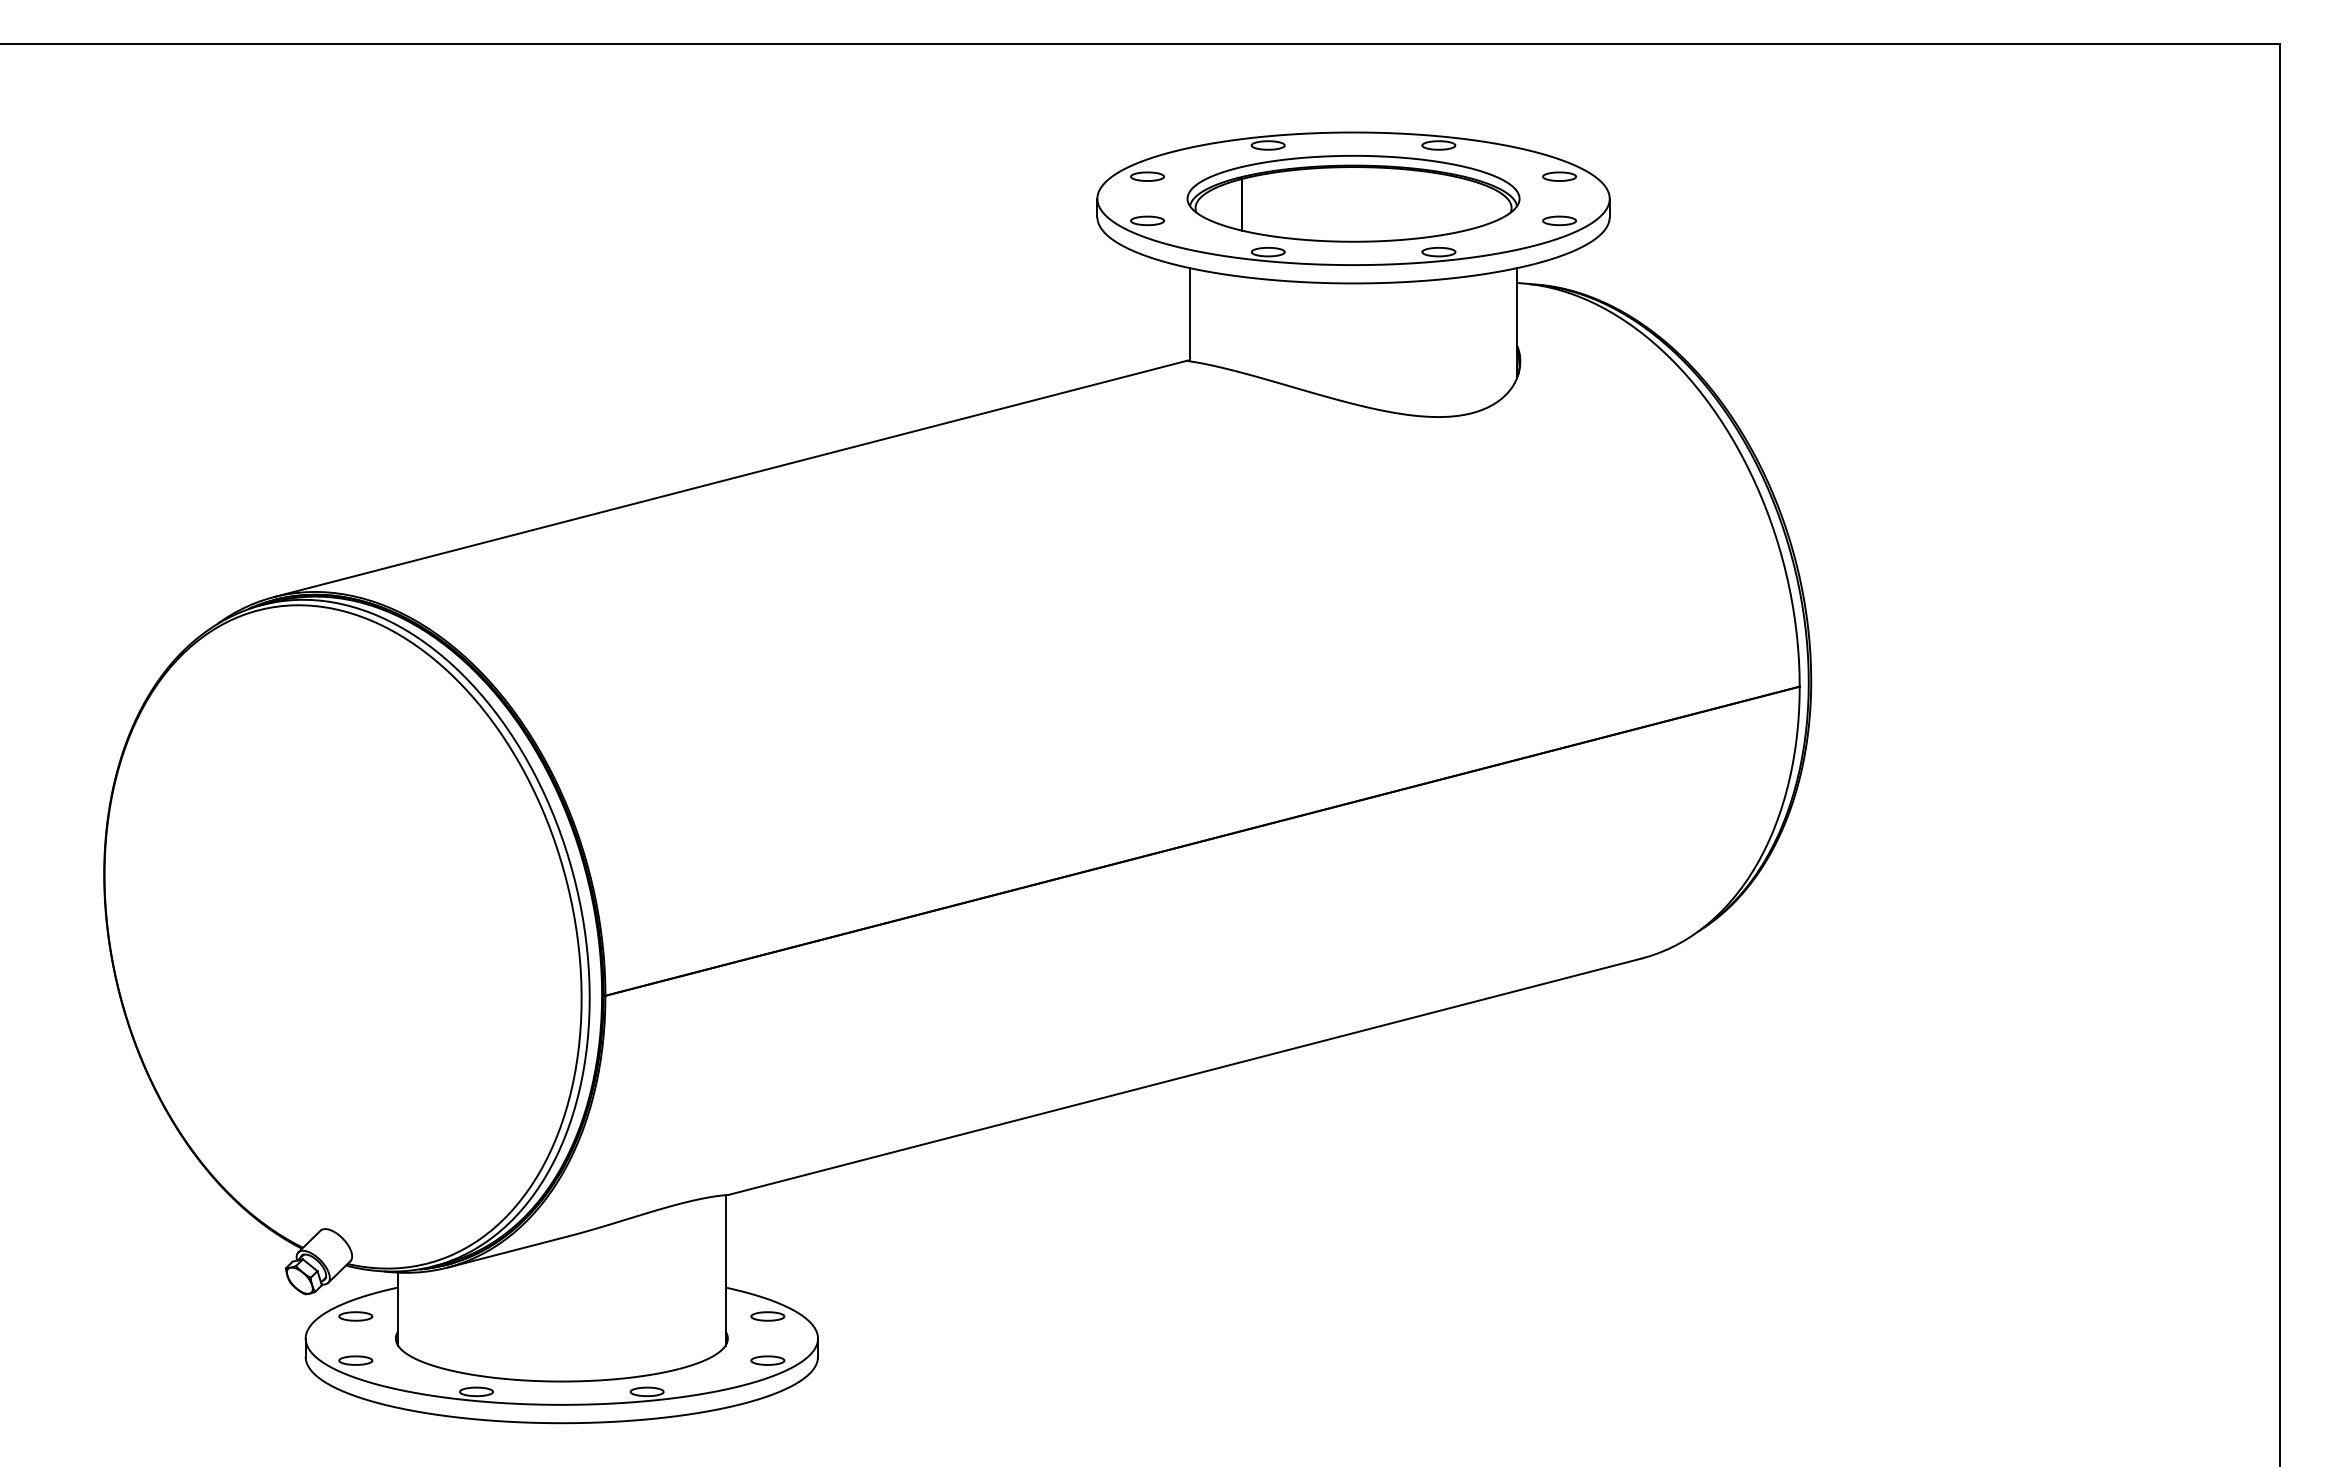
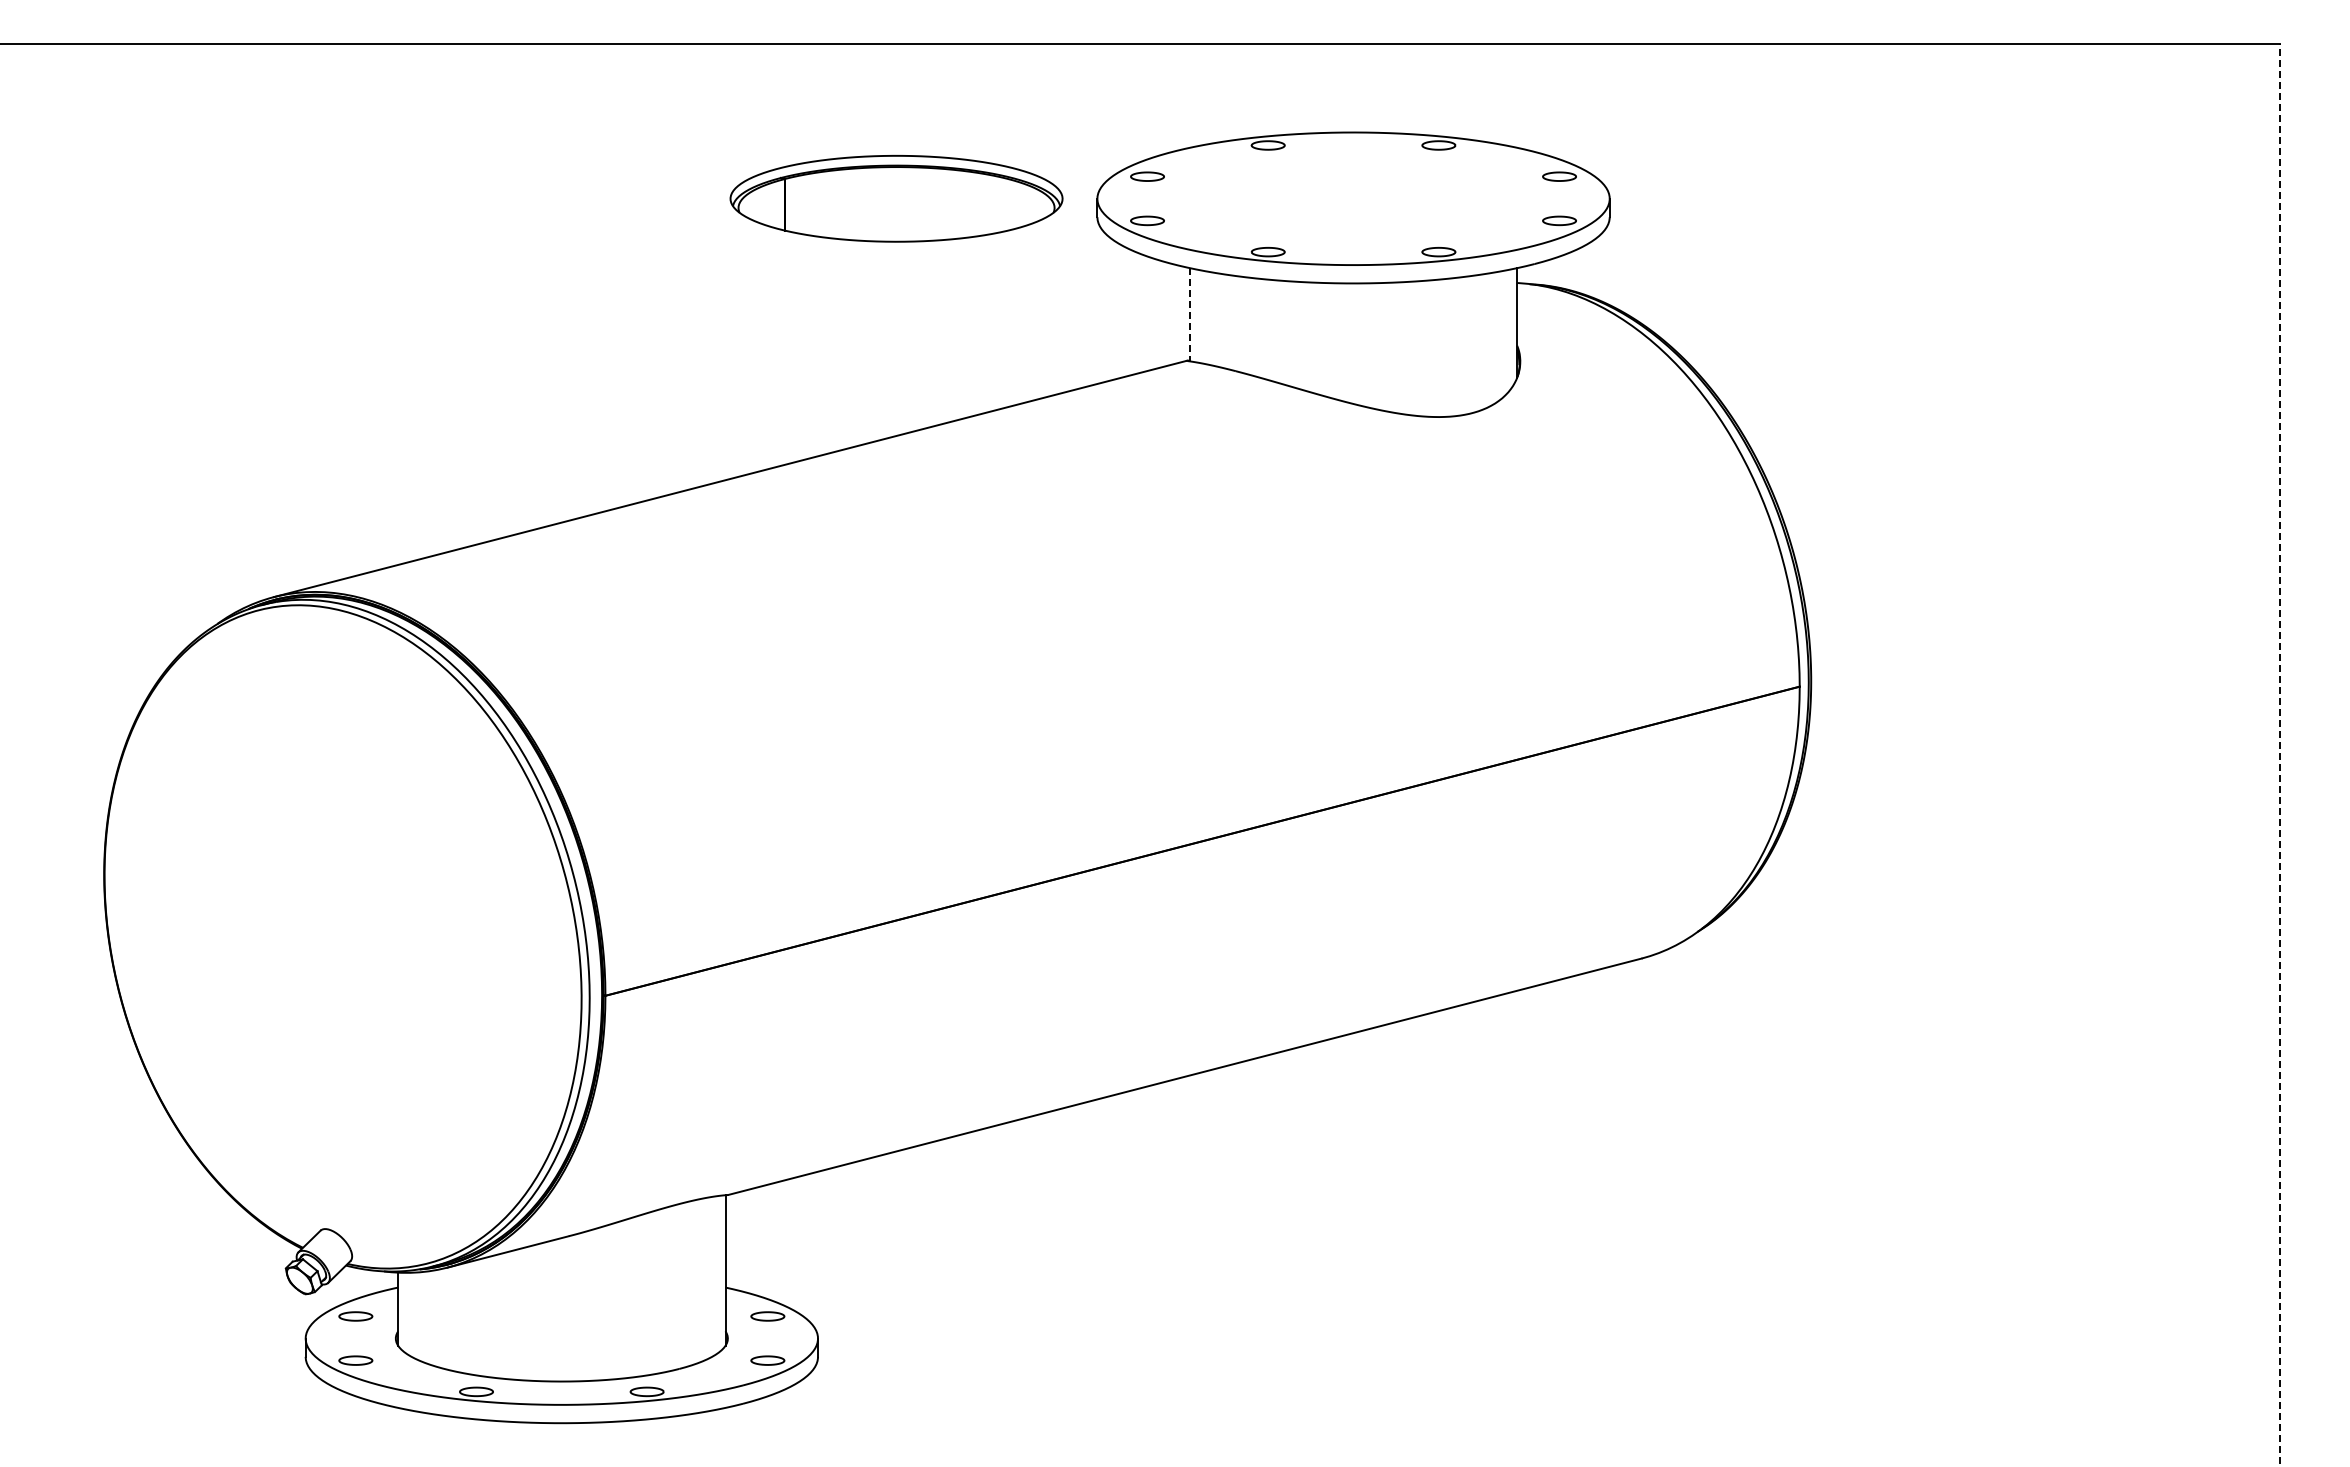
part at (1353, 198) position: (1353, 198) -> (896, 198)
line at (1189, 314): solid -> dashed
line at (2279, 754): solid -> dashed
